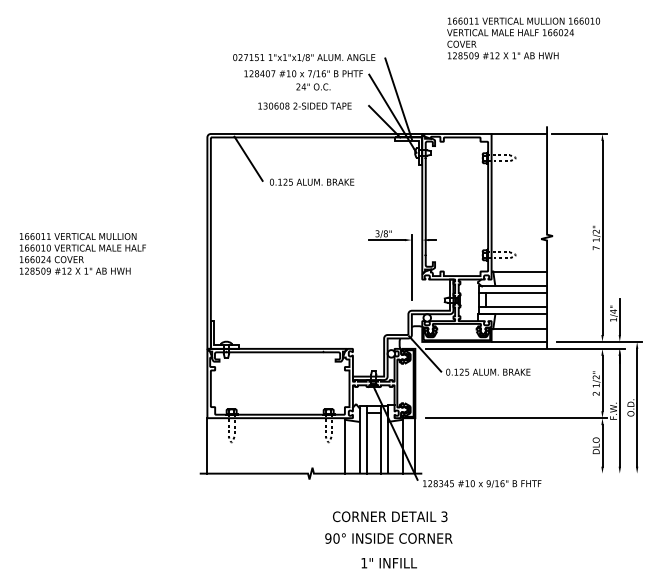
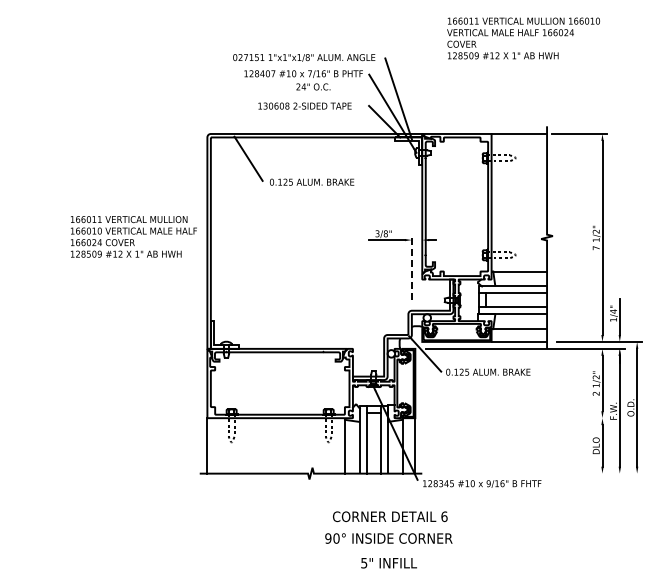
text at (82, 253) position: (82, 253) -> (133, 236)
line at (411, 267): solid -> dashed
line at (516, 418): present -> none
text at (444, 516): 3 -> 6
text at (364, 563): 1" -> 5"
